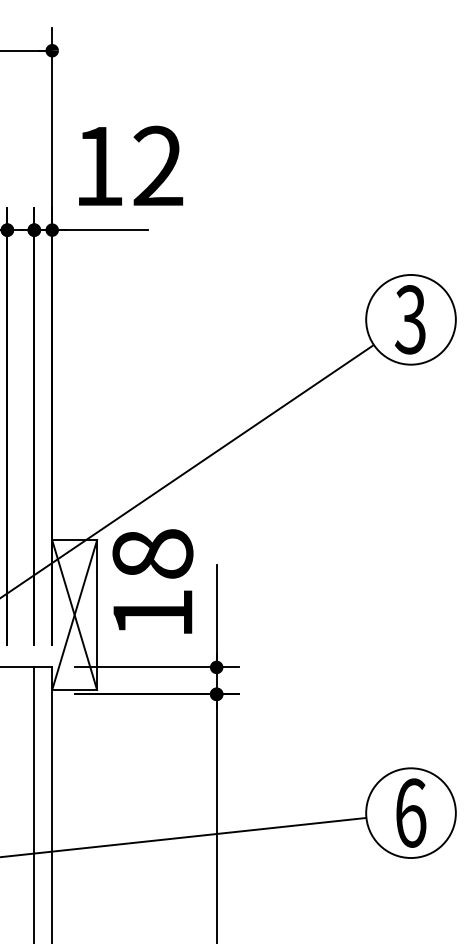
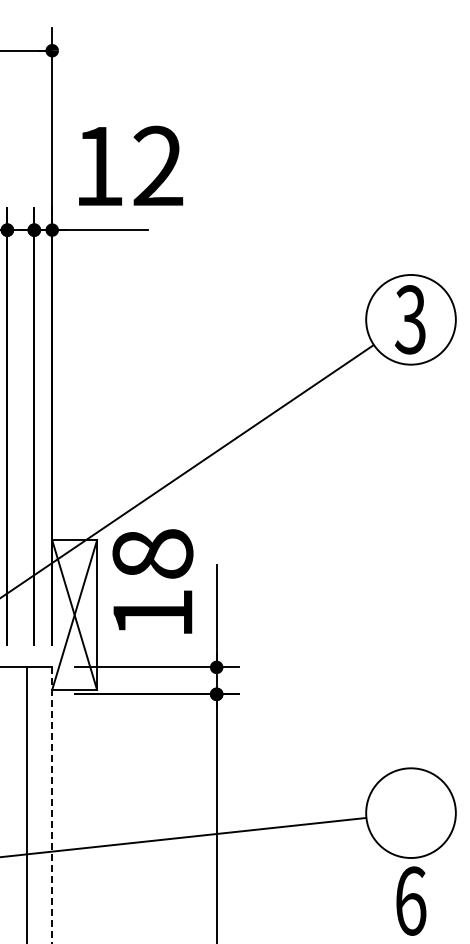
line at (34, 803) position: (34, 803) -> (27, 803)
line at (52, 805): solid -> dashed
text at (411, 812) position: (411, 812) -> (411, 900)
